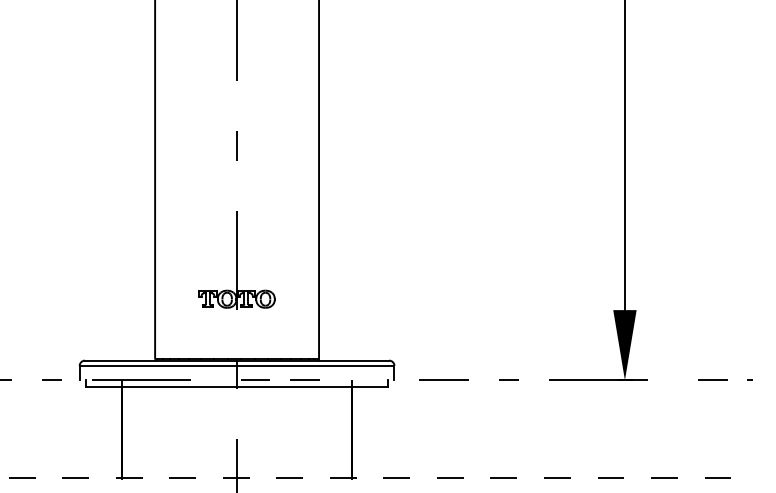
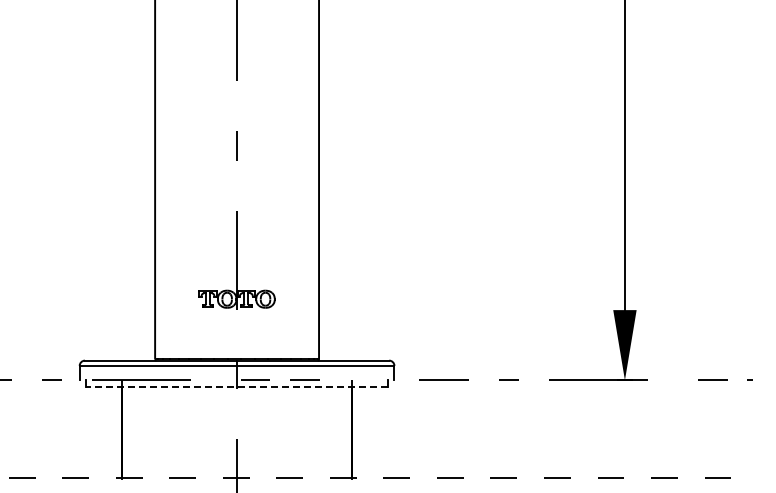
line at (237, 386): solid -> dashed
